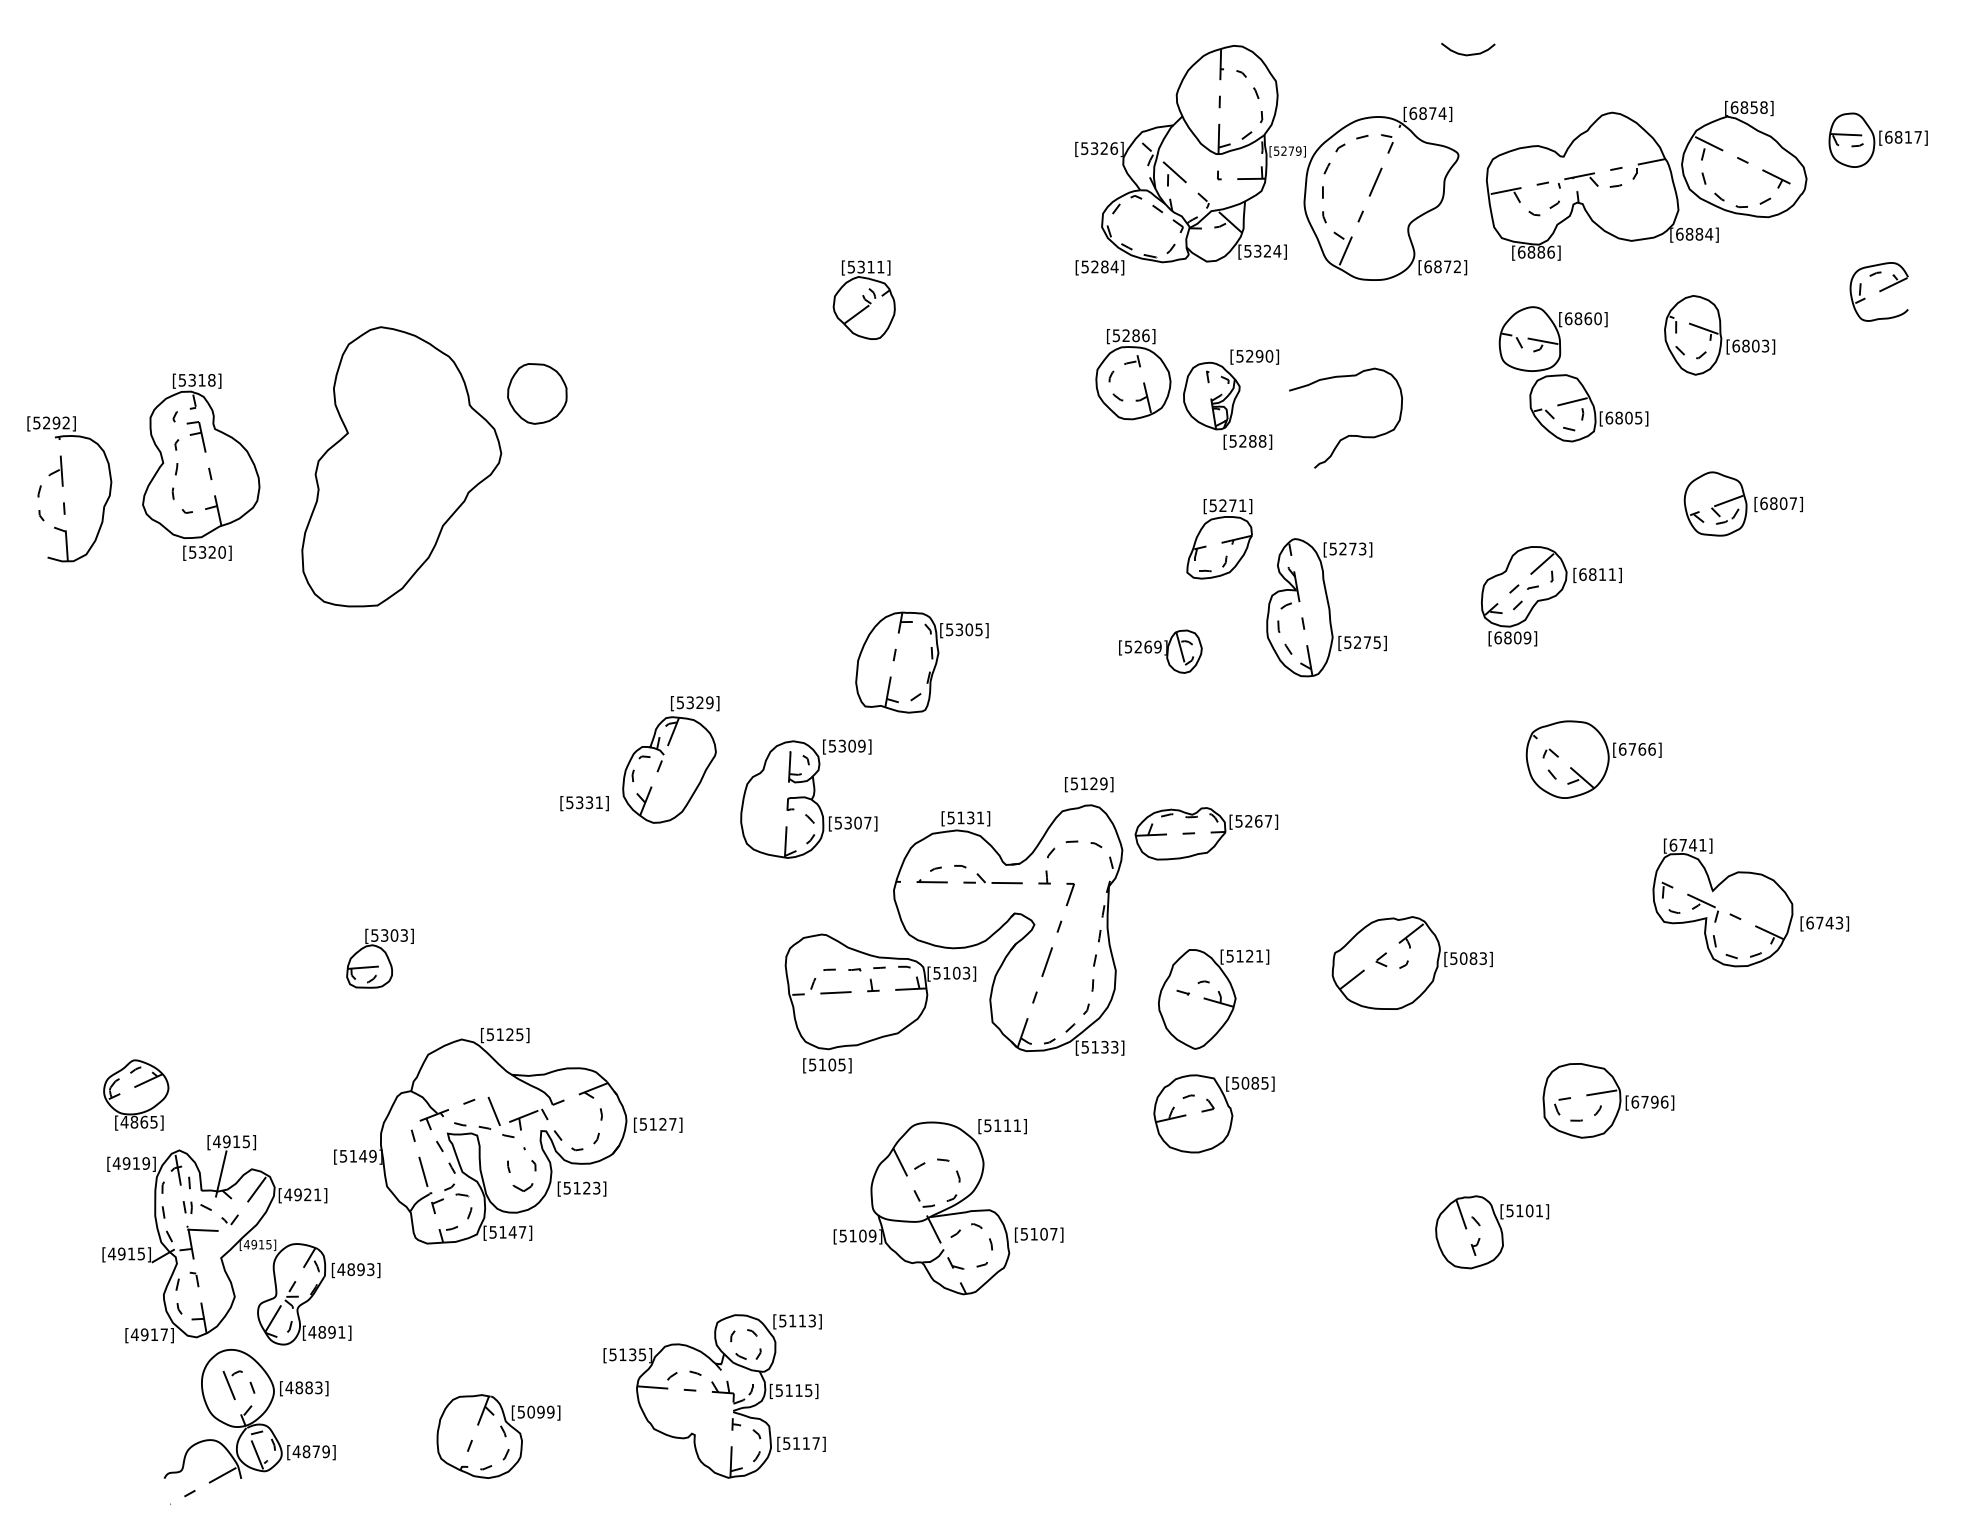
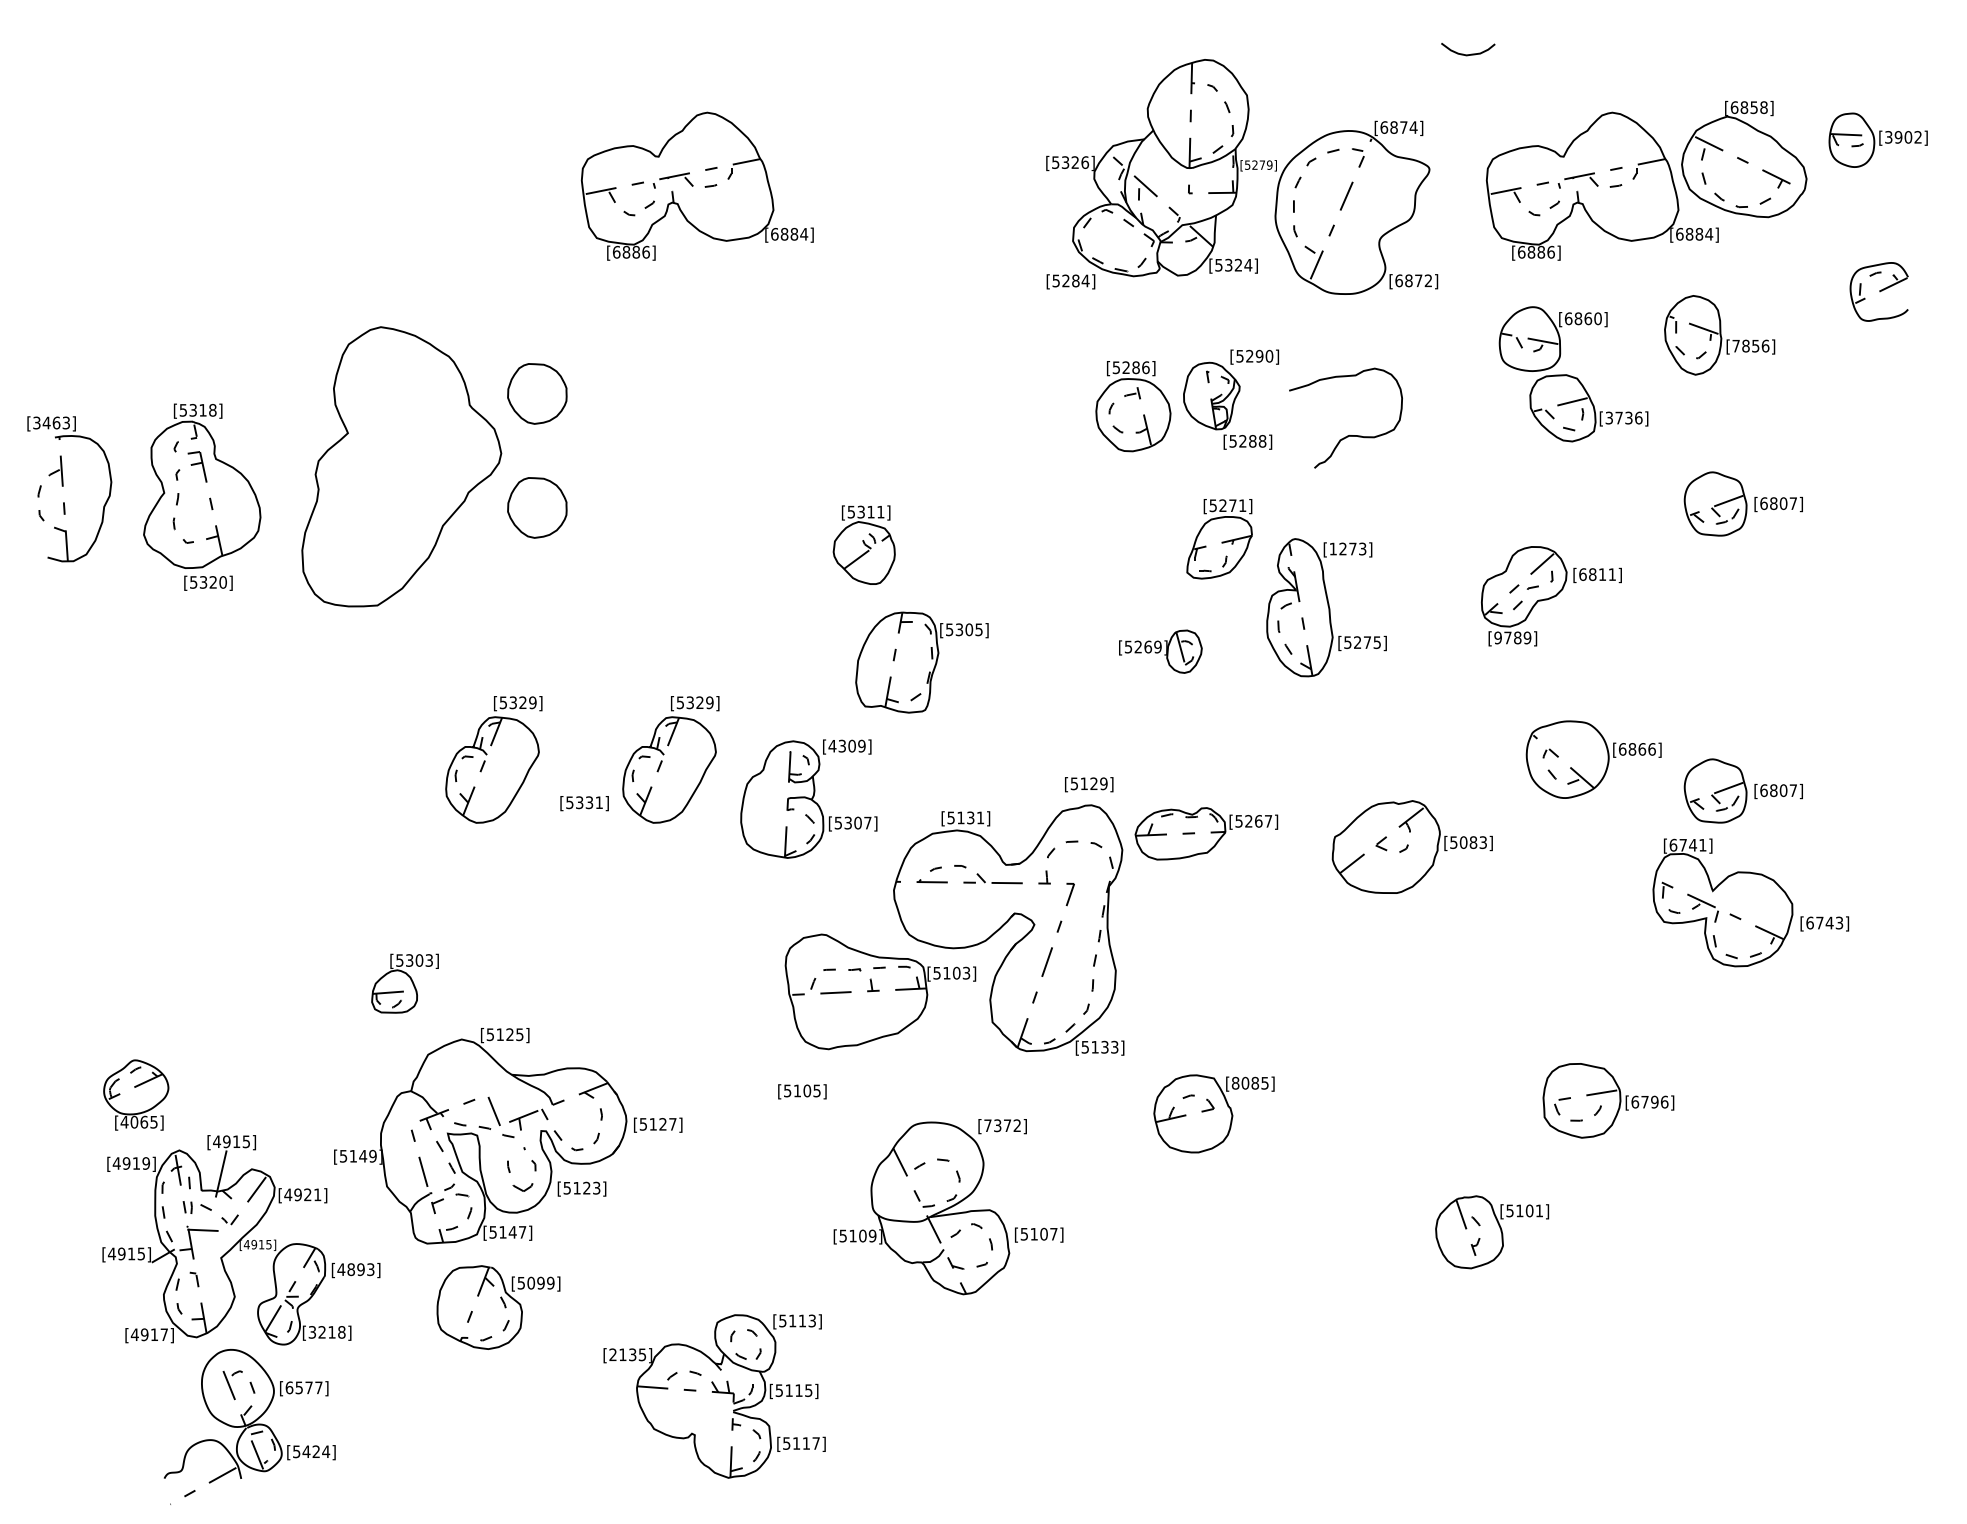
text at (1903, 137): [6817] -> [3902]
part at (1271, 162) position: (1271, 162) -> (1242, 176)
part at (696, 185): none -> present
part at (863, 299) position: (863, 299) -> (863, 544)
text at (1750, 345): [6803] -> [7856]
part at (1133, 374) position: (1133, 374) -> (1133, 406)
text at (1623, 417): [6805] -> [3736]
text at (51, 422): [5292] -> [3463]
part at (201, 466) position: (201, 466) -> (202, 496)
part at (537, 507): none -> present
text at (1332, 548): [5273] -> [1273]
text at (1507, 637): [6809] -> [9789]
text at (832, 746): [5309] -> [4309]
text at (1632, 749): [6766] -> [6866]
part at (493, 759): none -> present
part at (1742, 790): none -> present
part at (379, 958) position: (379, 958) -> (404, 983)
part at (1411, 962) position: (1411, 962) -> (1411, 846)
part at (1213, 999): present -> none
text at (827, 1065) position: (827, 1065) -> (802, 1091)
text at (1235, 1082): [5085] -> [8085]
text at (134, 1122): [4865] -> [4065]
text at (1002, 1125): [5111] -> [7372]
text at (326, 1332): [4891] -> [3218]
text at (612, 1354): [5135] -> [2135]
text at (303, 1387): [4883] -> [6577]
part at (498, 1436) position: (498, 1436) -> (498, 1307)
text at (311, 1451): [4879] -> [5424]
